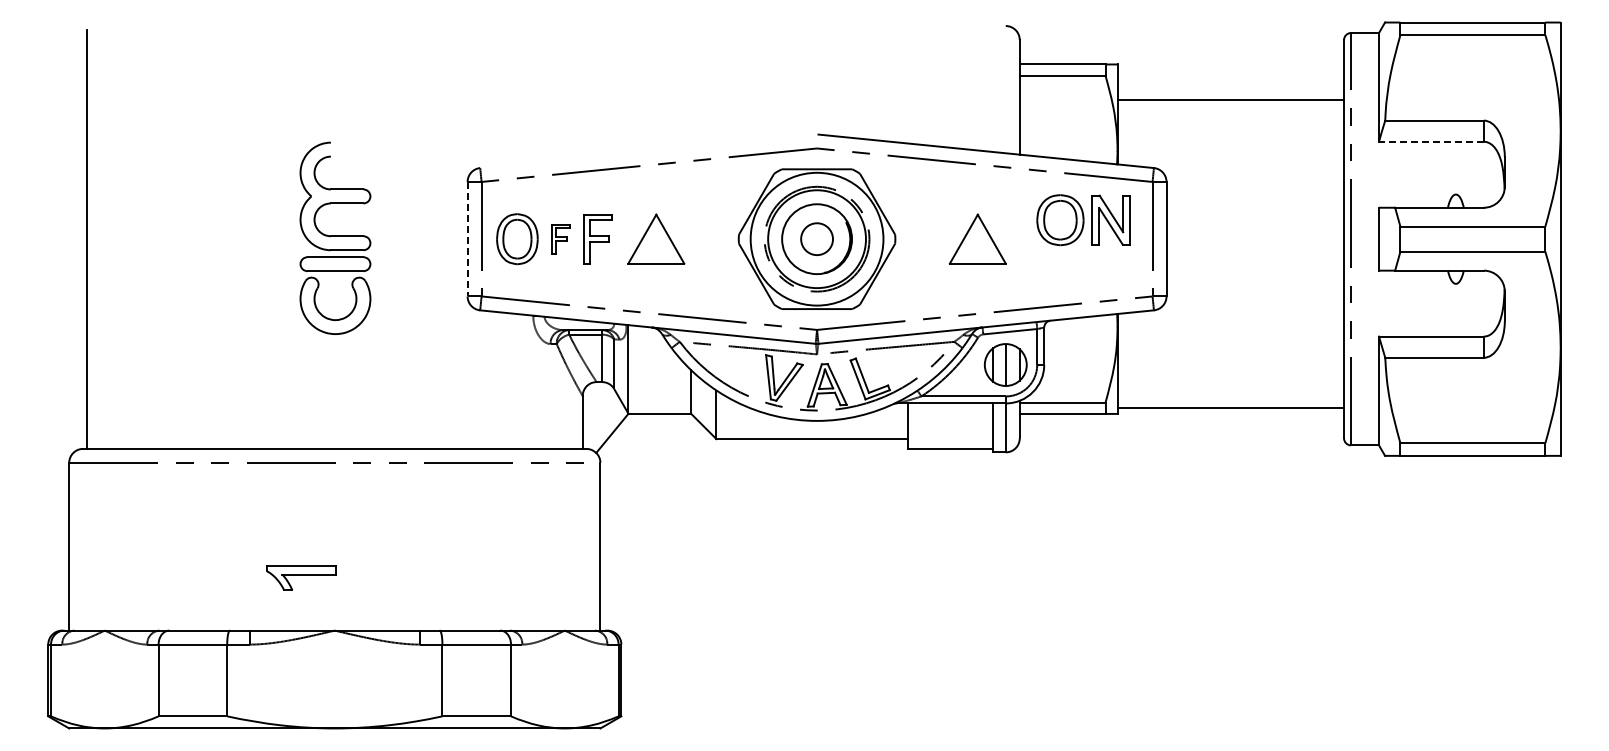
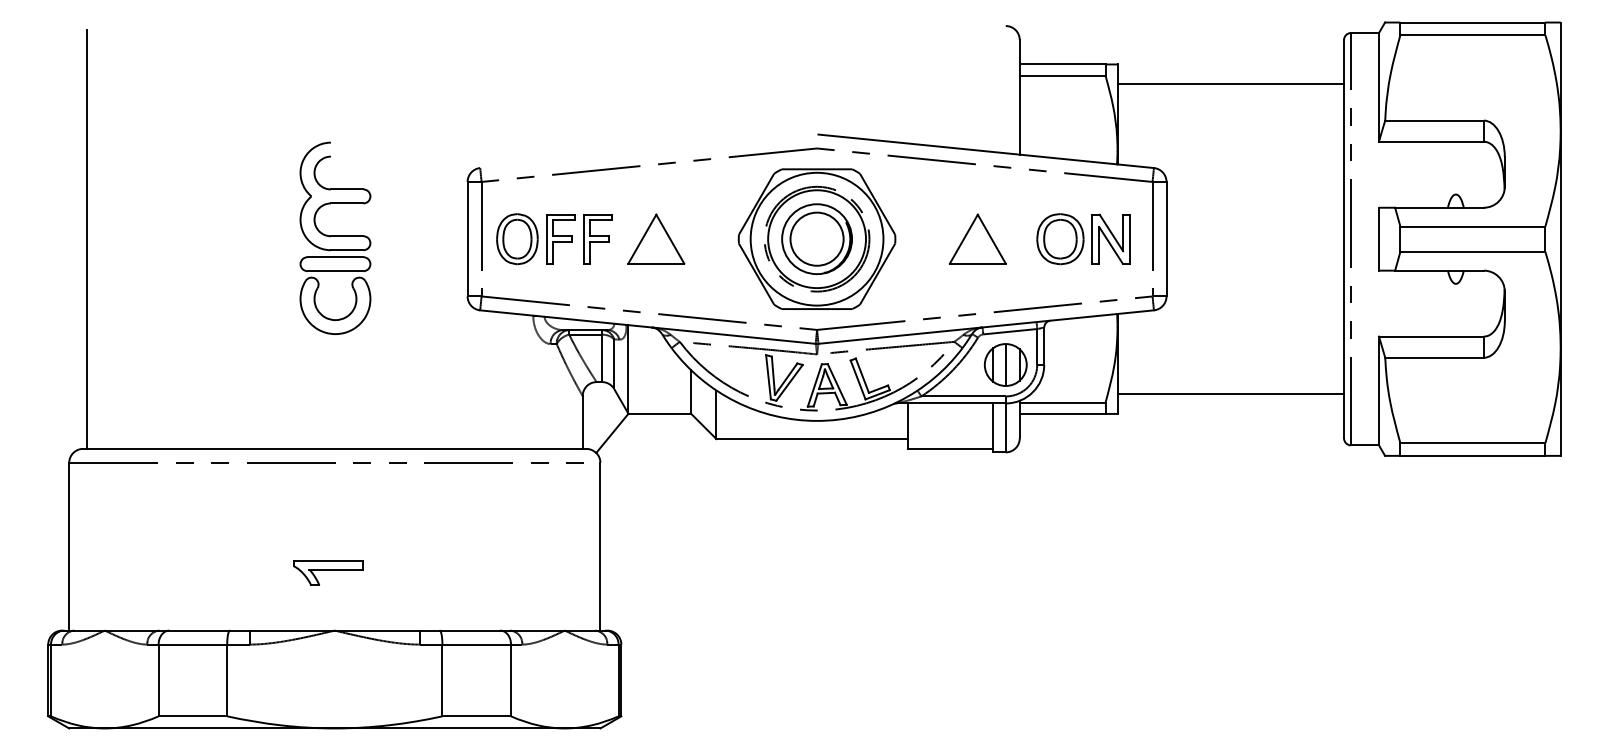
line at (1230, 100) position: (1230, 100) -> (1230, 84)
line at (1430, 141): dashed -> solid
part at (1083, 220) position: (1083, 220) -> (1083, 239)
line at (467, 239): dashed -> solid
part at (560, 239) size: 20x31 px -> 30x51 px
circle at (817, 239) diameter: 32 px -> 53 px
line at (1230, 408) position: (1230, 408) -> (1230, 394)
part at (301, 577) position: (301, 577) -> (328, 572)
